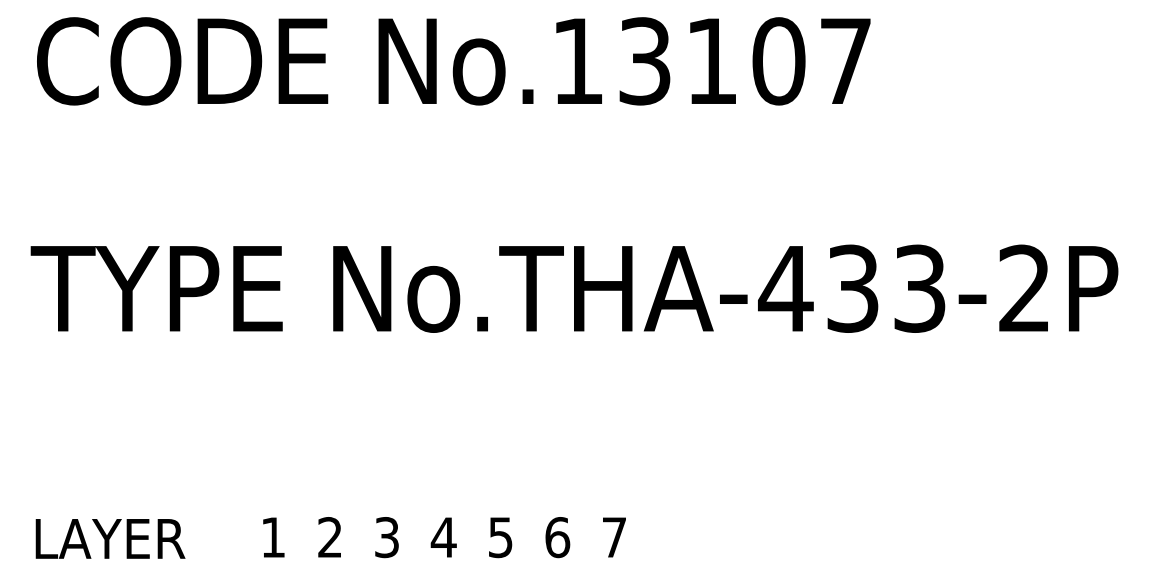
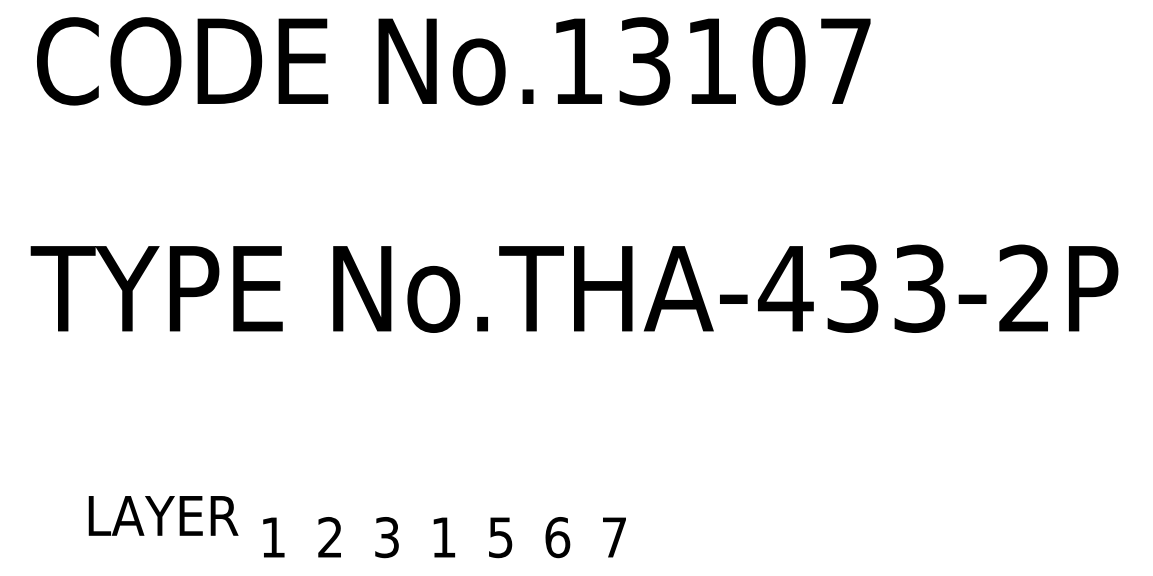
text at (443, 537): 4 -> 1
text at (110, 538) position: (110, 538) -> (163, 515)
